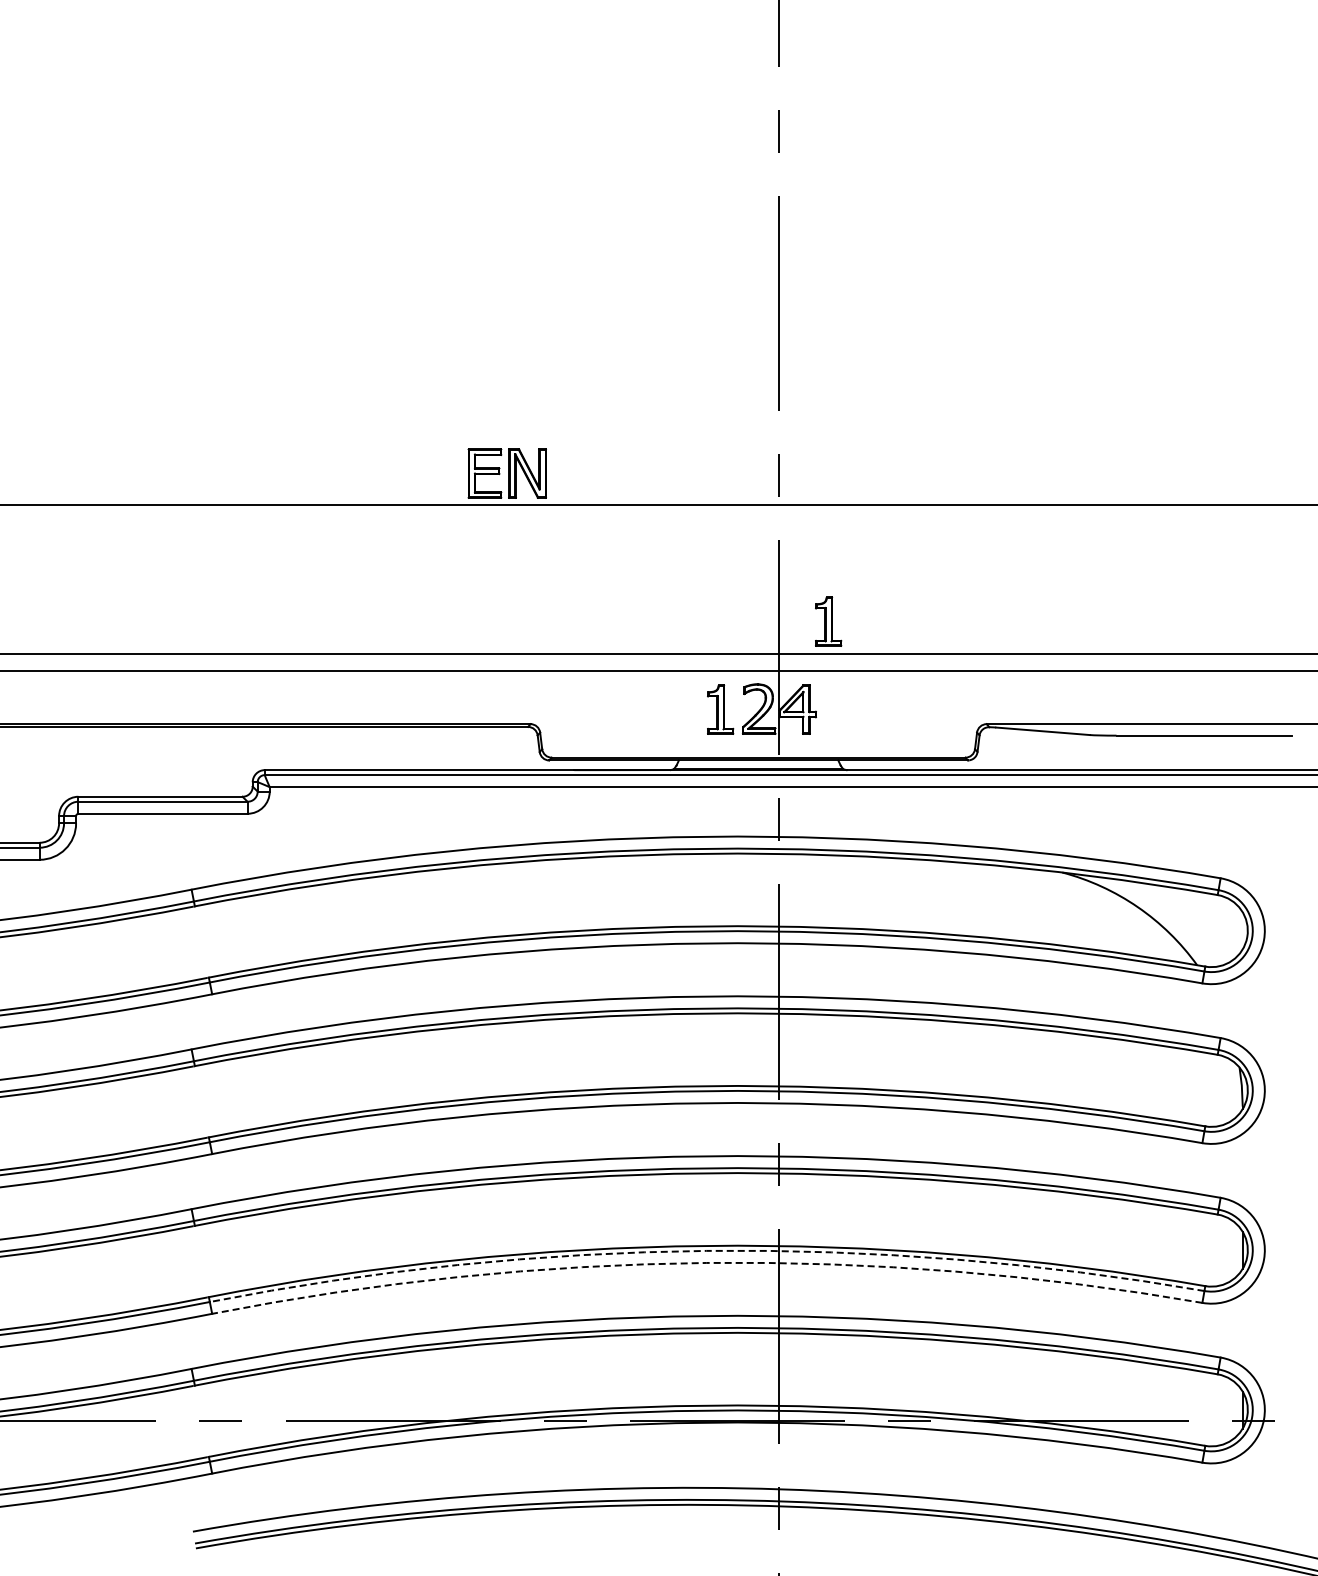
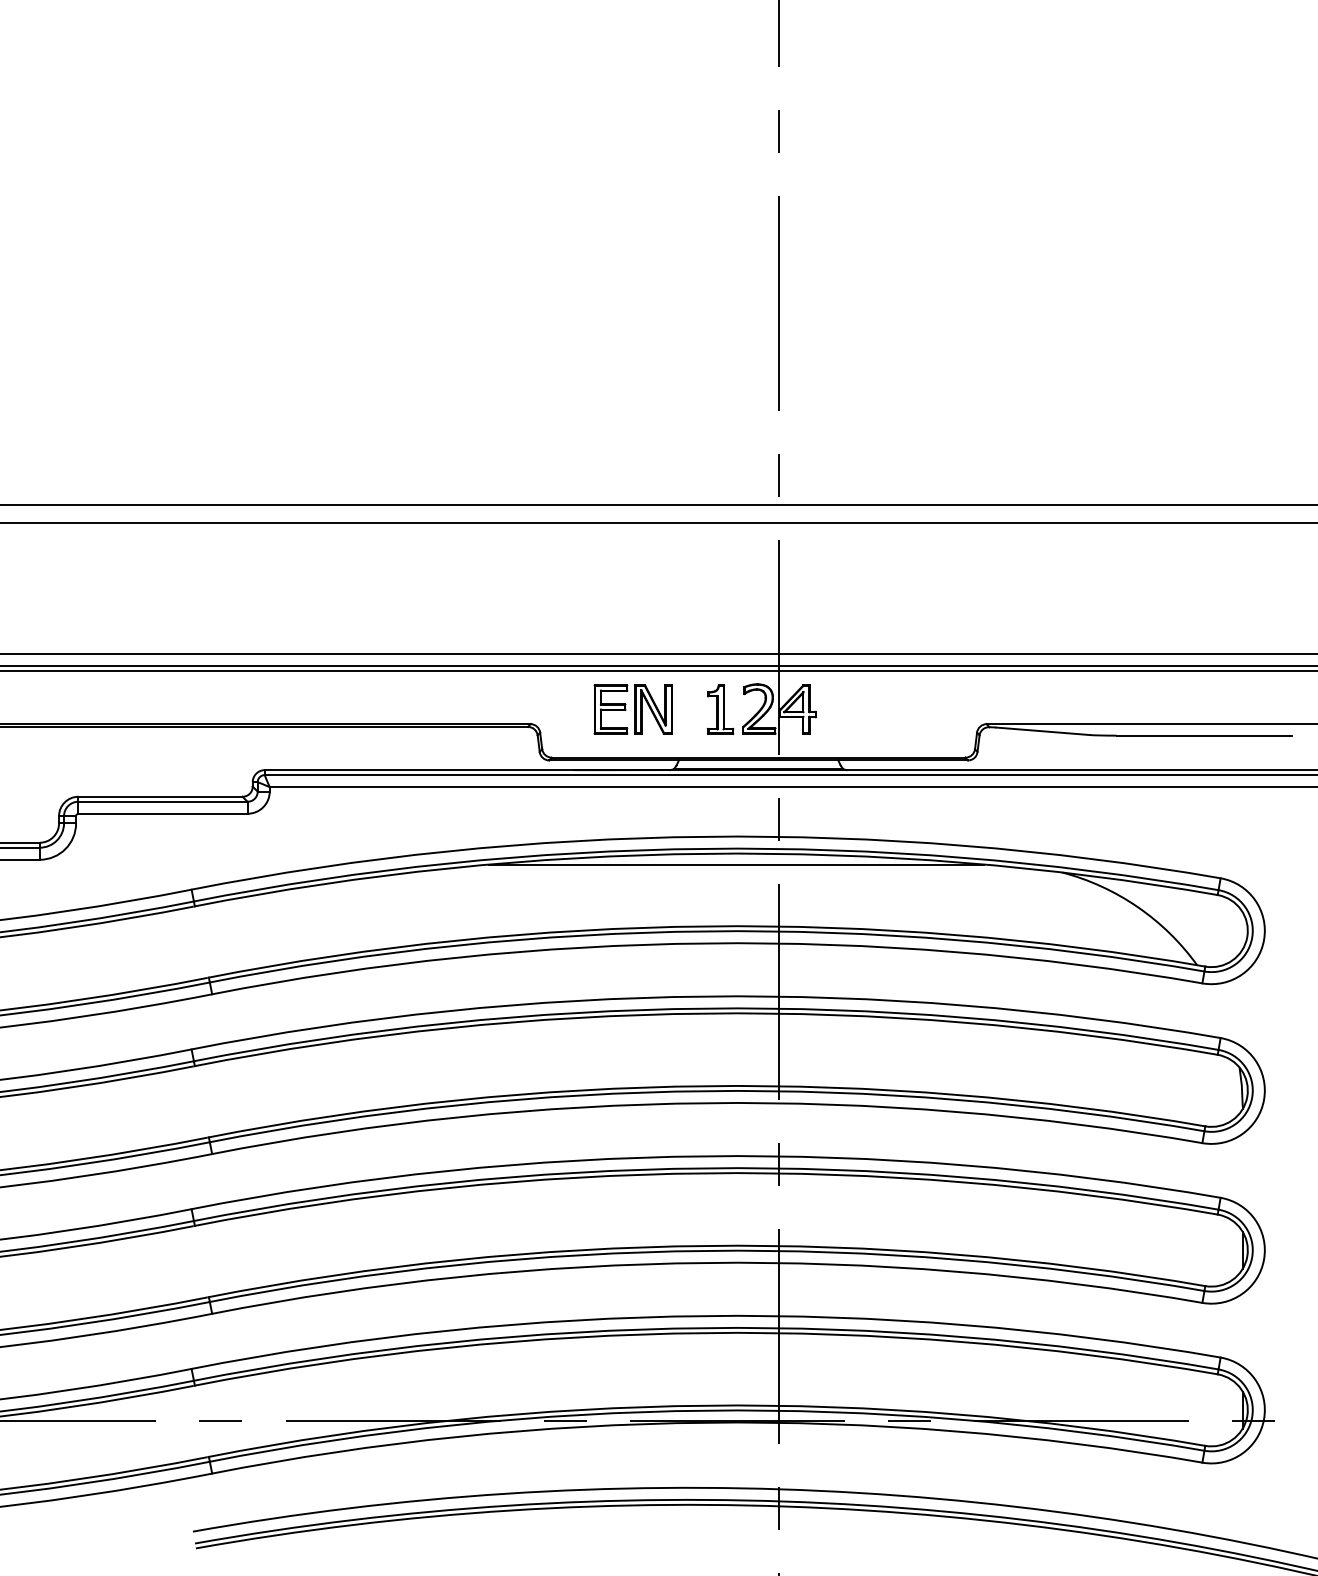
part at (506, 473) position: (506, 473) -> (632, 709)
line at (658, 522): none -> present
part at (828, 621): present -> none
line at (658, 665): none -> present
line at (736, 864): none -> present
arc at (706, 1250): dashed -> solid
arc at (706, 1262): dashed -> solid
